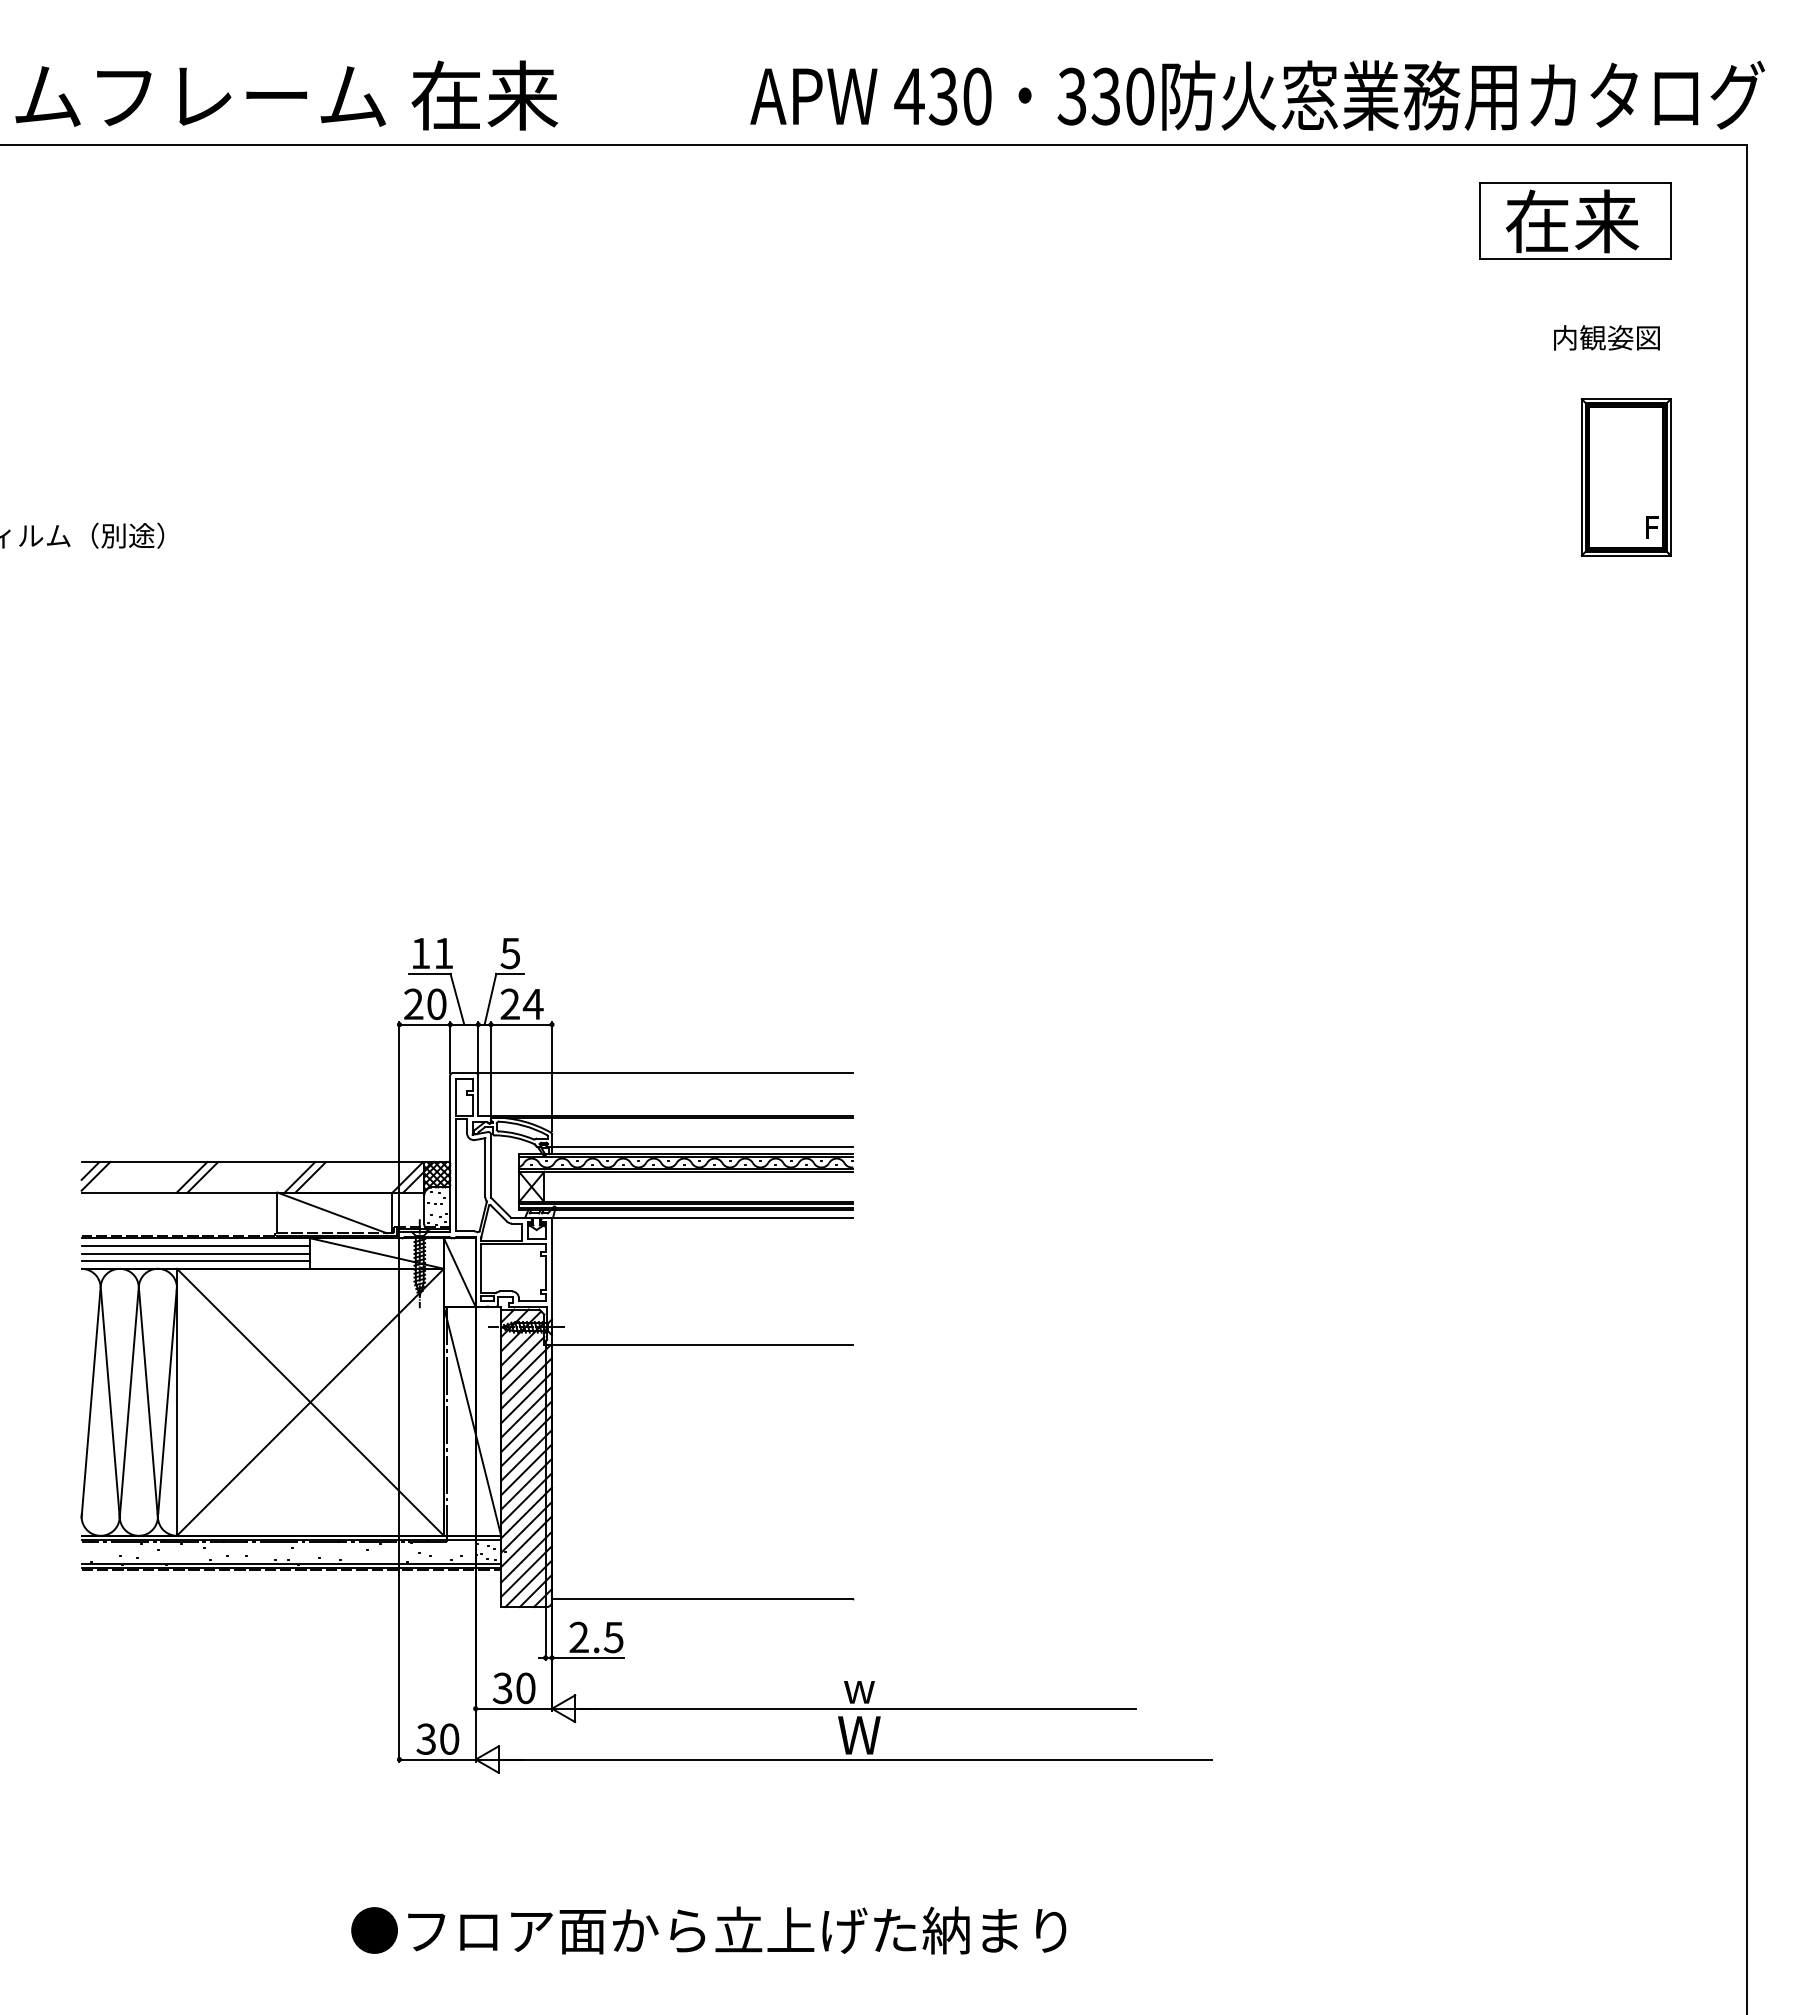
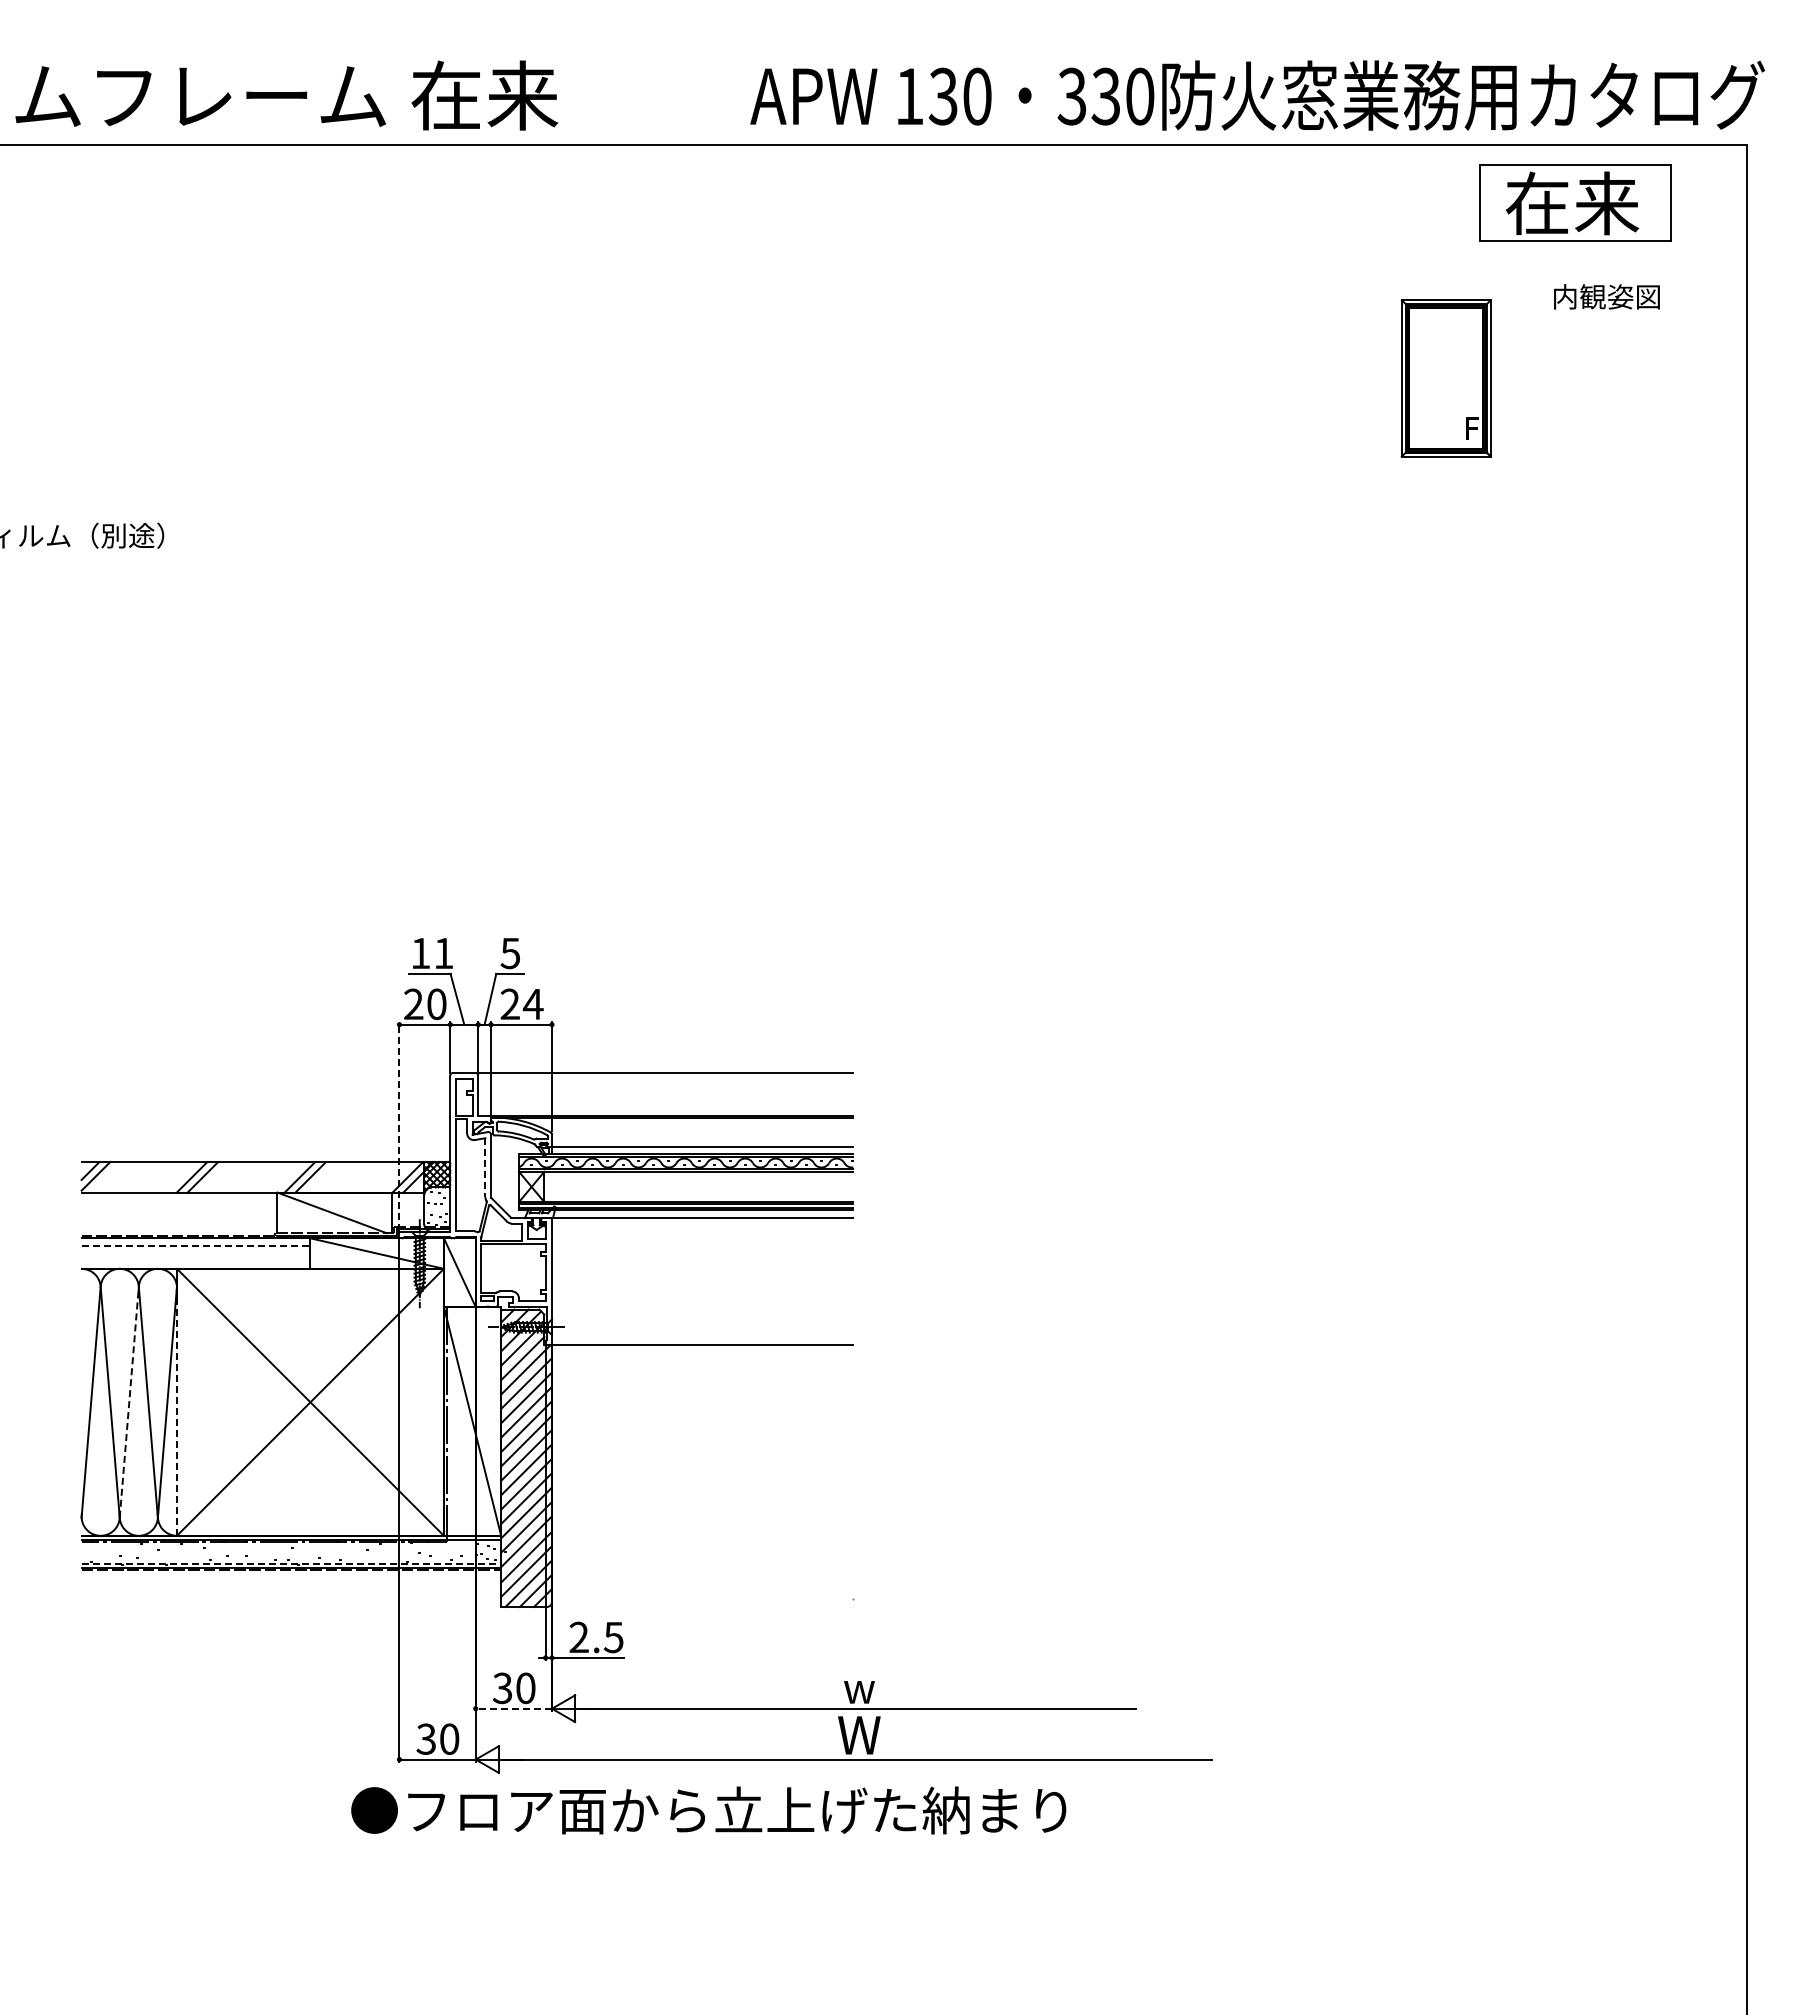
text at (909, 96): 430 -> 130
part at (1575, 220) position: (1575, 220) -> (1575, 202)
text at (1606, 337) position: (1606, 337) -> (1606, 296)
part at (1625, 477) position: (1625, 477) -> (1445, 378)
line at (399, 1125): solid -> dashed
line at (485, 1168): solid -> dashed
line at (196, 1245): solid -> dashed
line at (195, 1253): present -> none
line at (195, 1261): present -> none
line at (129, 1404): solid -> dashed
line at (176, 1411): solid -> dashed
line at (291, 1563): solid -> dashed
line at (702, 1599): present -> none
line at (513, 1708): solid -> dashed
text at (708, 1930) position: (708, 1930) -> (708, 1810)
